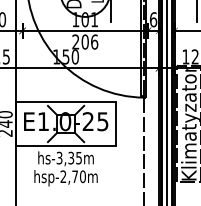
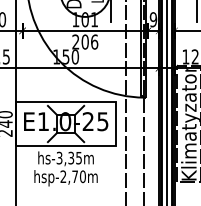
text at (153, 19): 6 -> 9
line at (125, 102): none -> present
